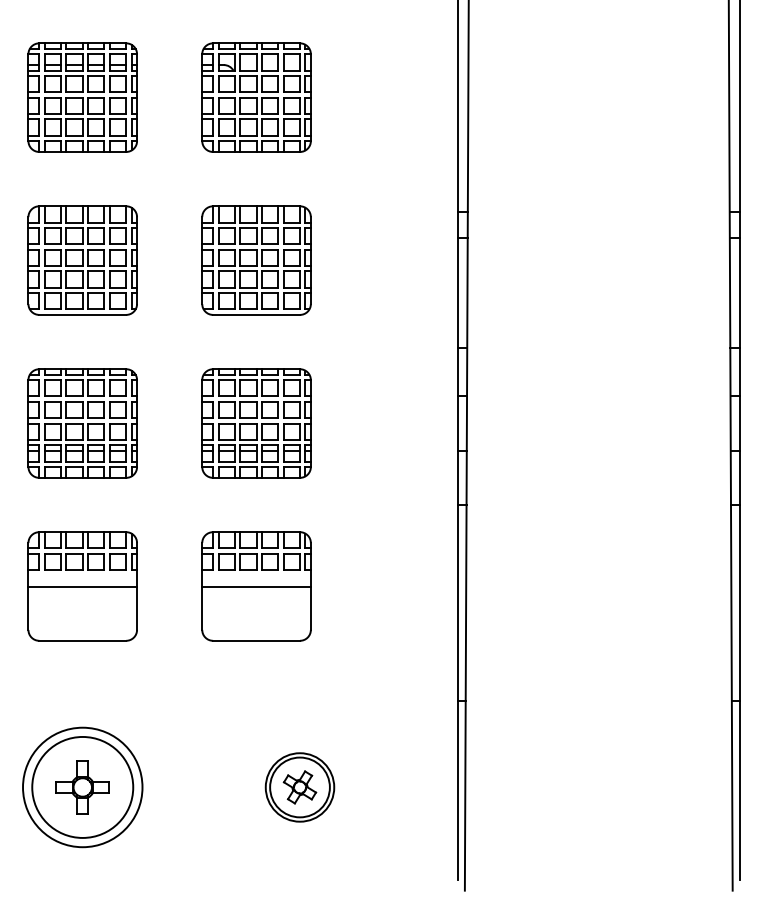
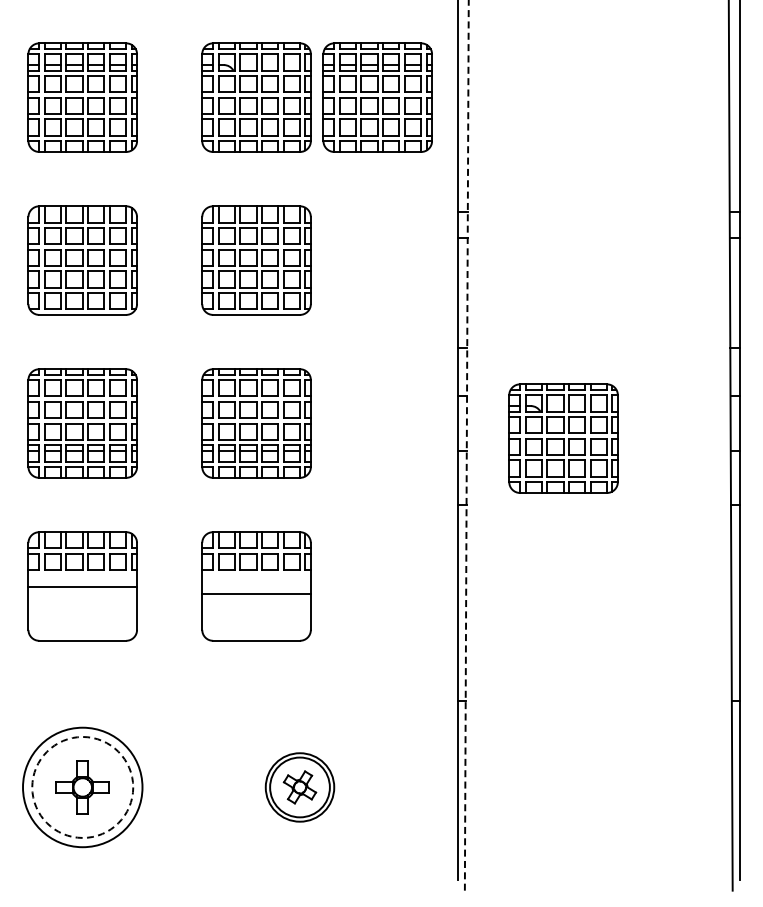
part at (377, 97): none -> present
part at (563, 438): none -> present
line at (466, 444): solid -> dashed
line at (256, 586) position: (256, 586) -> (256, 593)
circle at (82, 786): solid -> dashed
